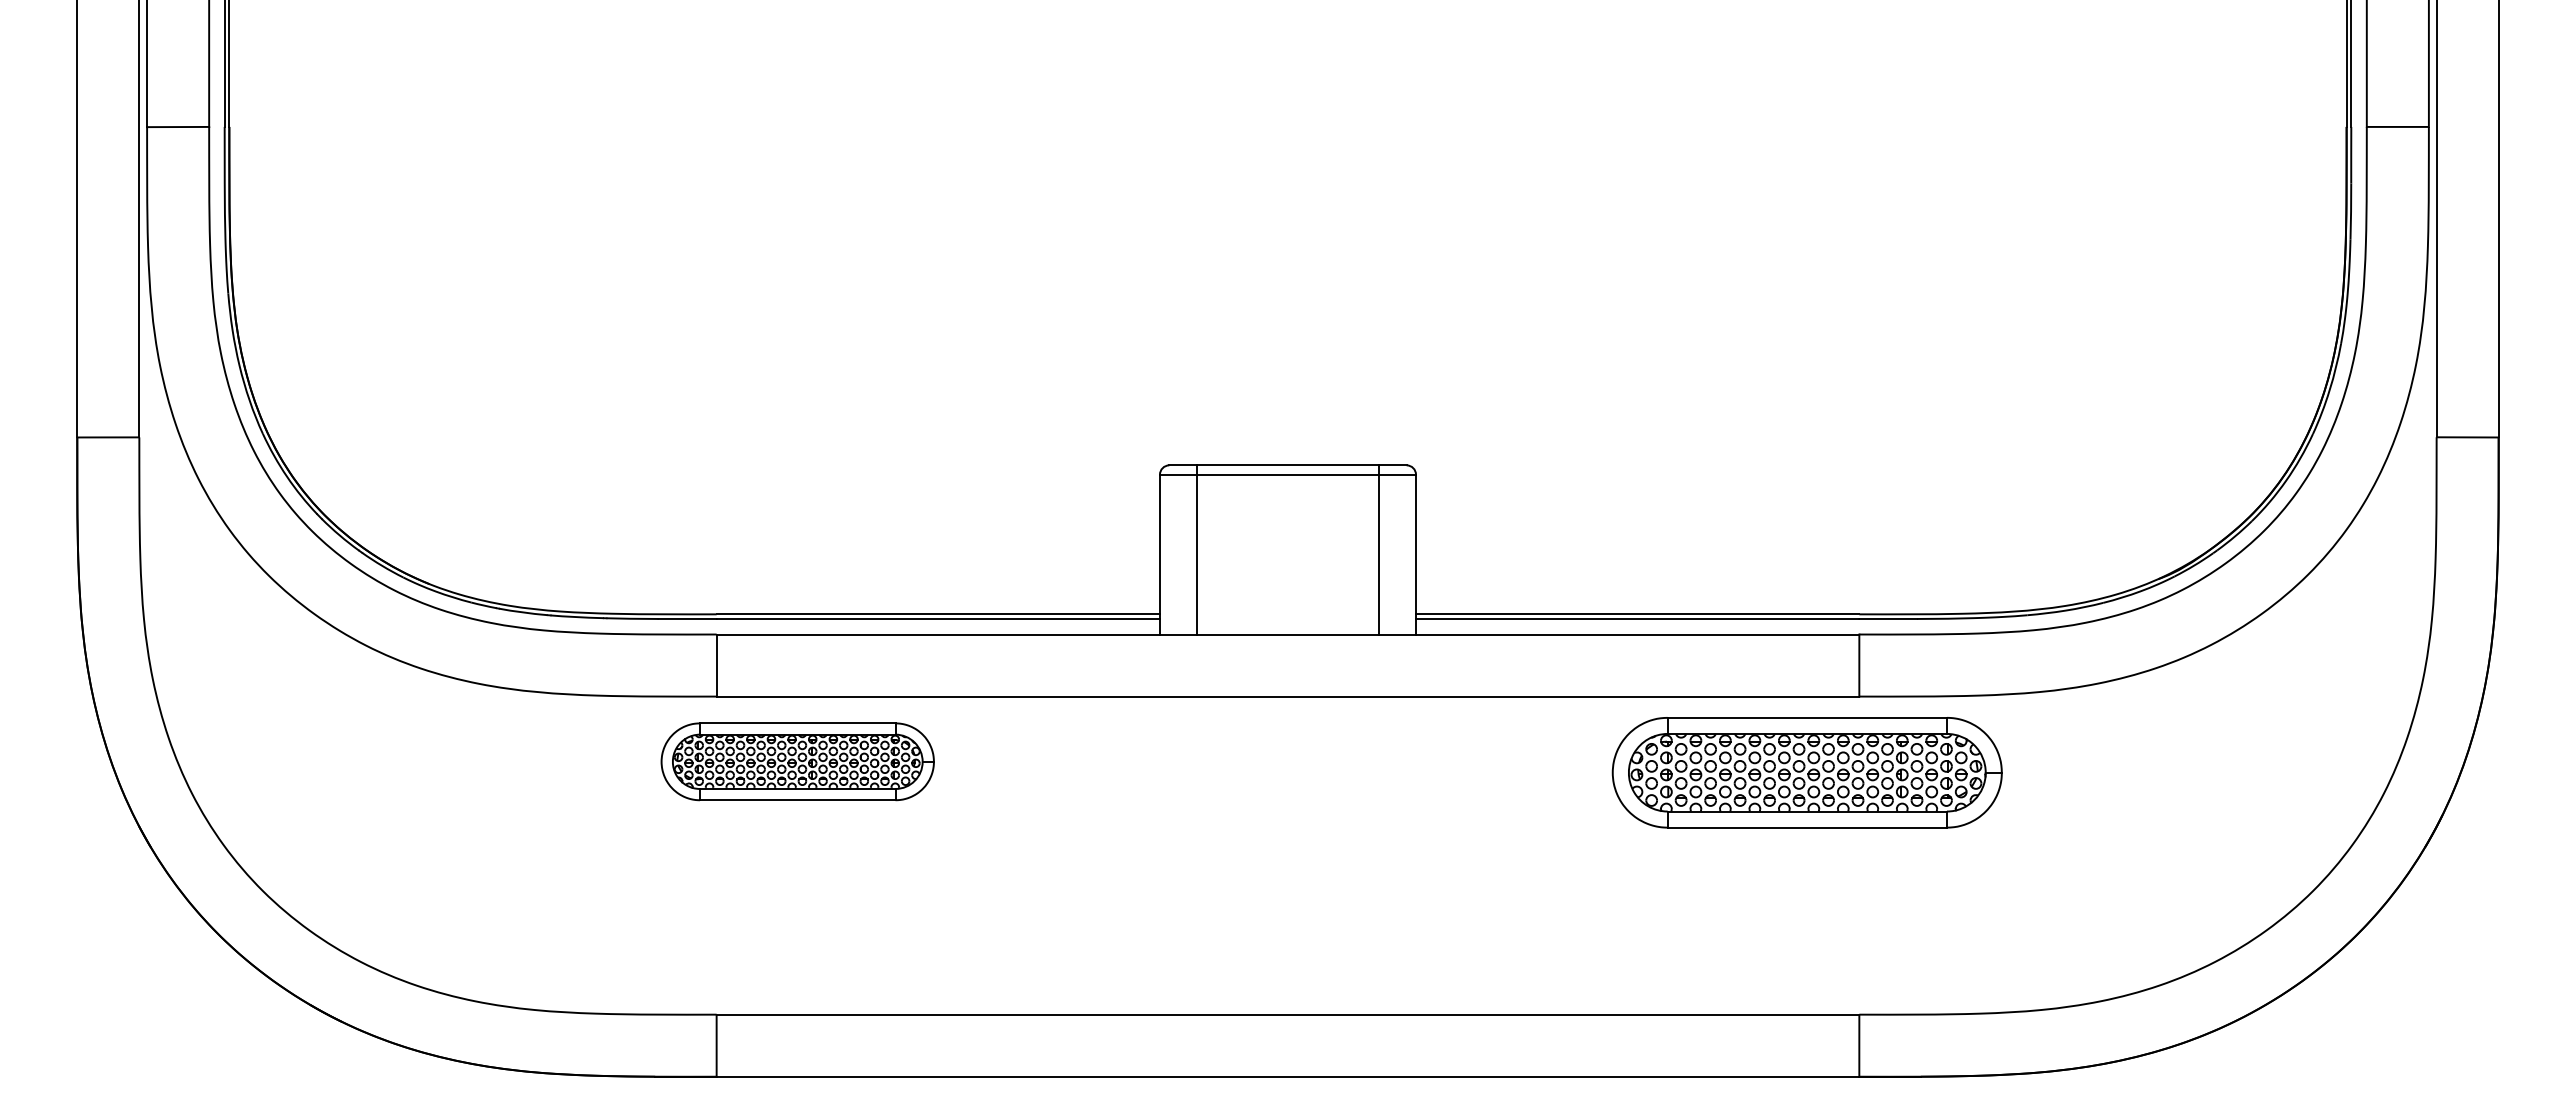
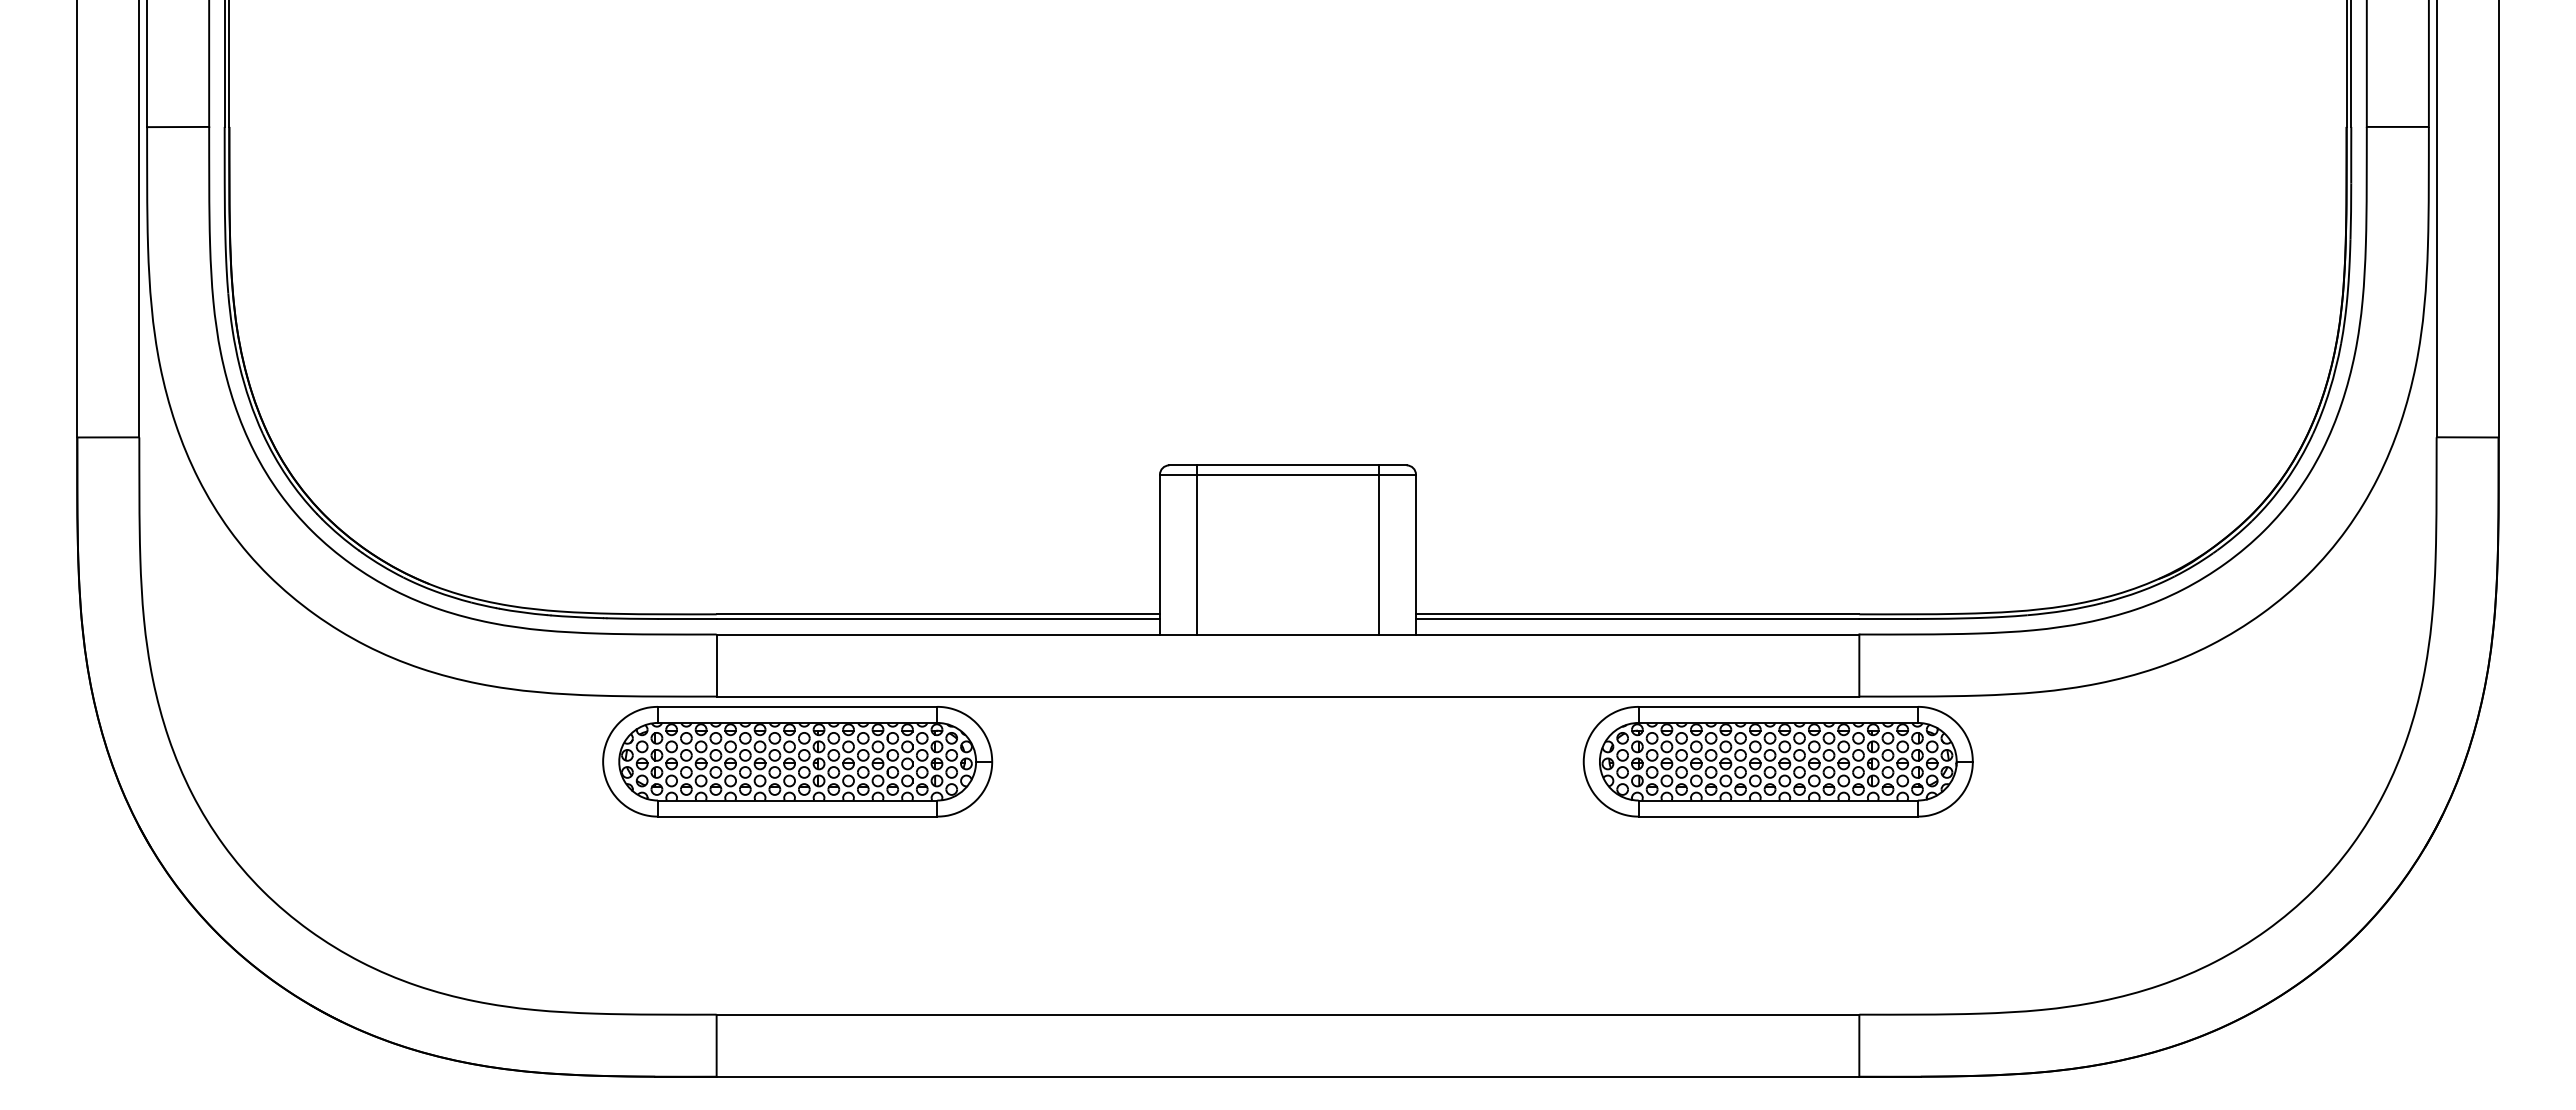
part at (797, 761) size: 275x80 px -> 392x112 px
part at (1806, 772) position: (1806, 772) -> (1777, 761)
